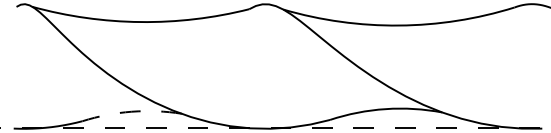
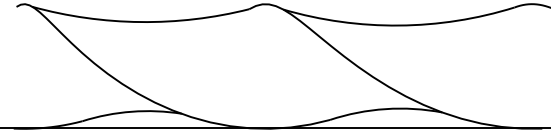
arc at (131, 111): dashed -> solid
line at (275, 128): dashed -> solid
